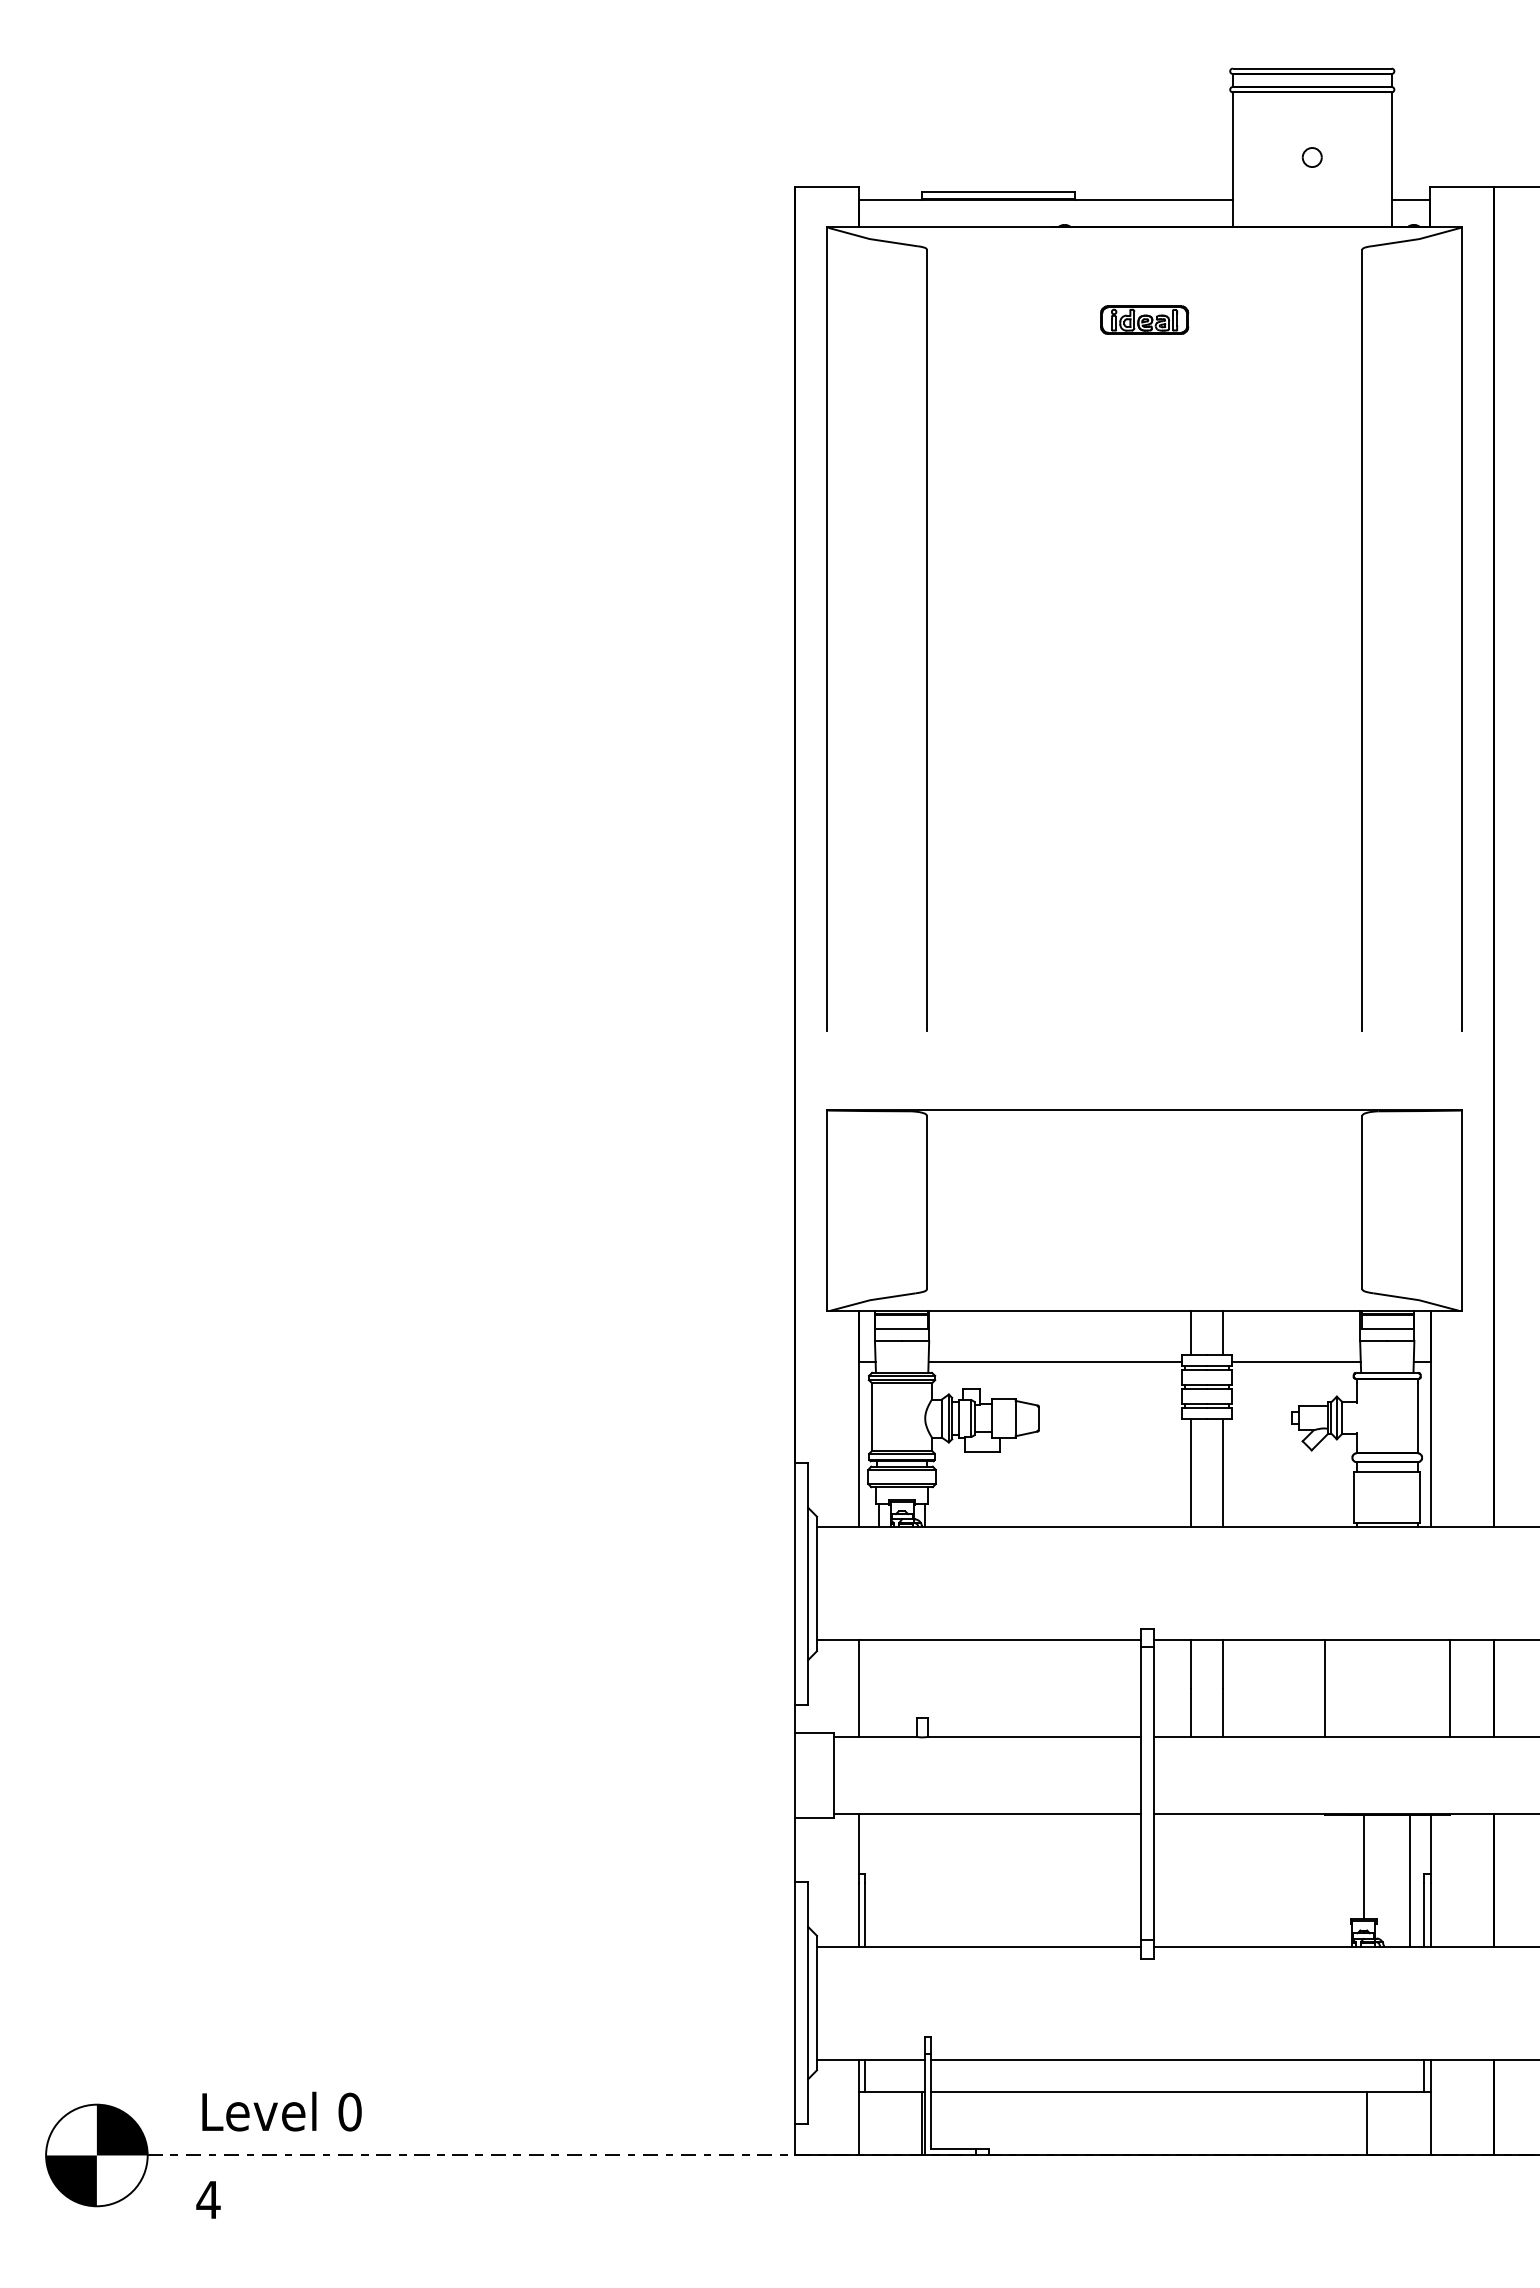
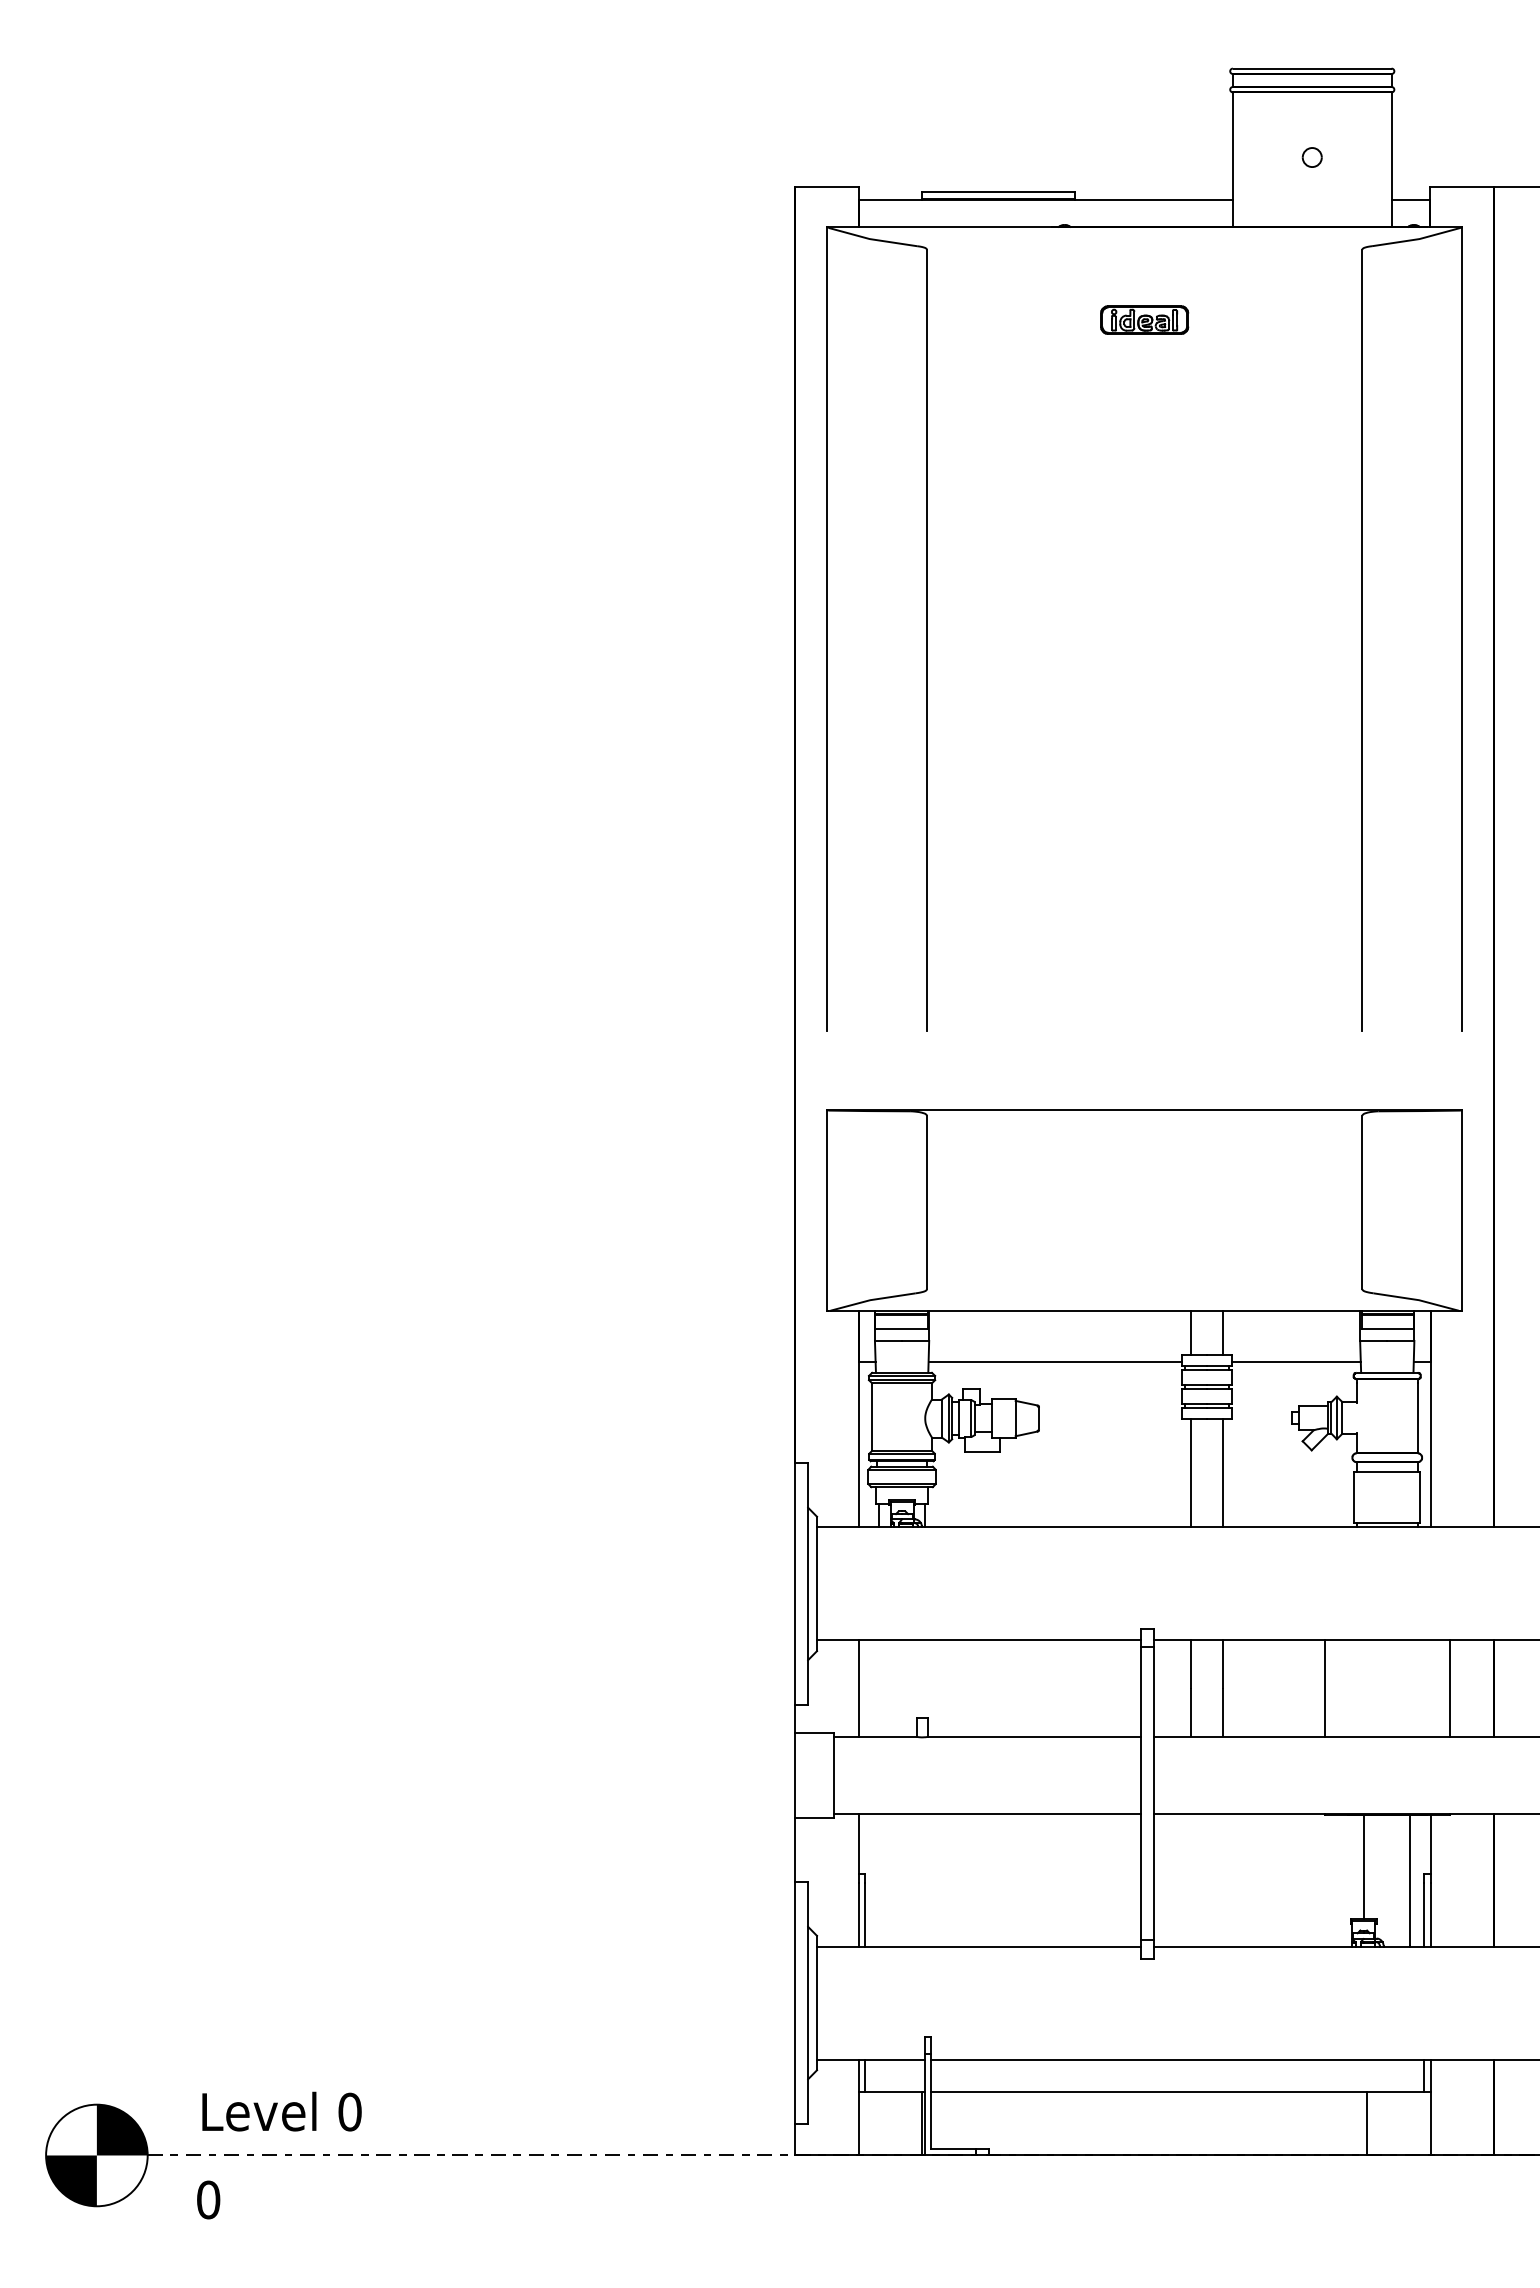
text at (208, 2199): 4 -> 0
